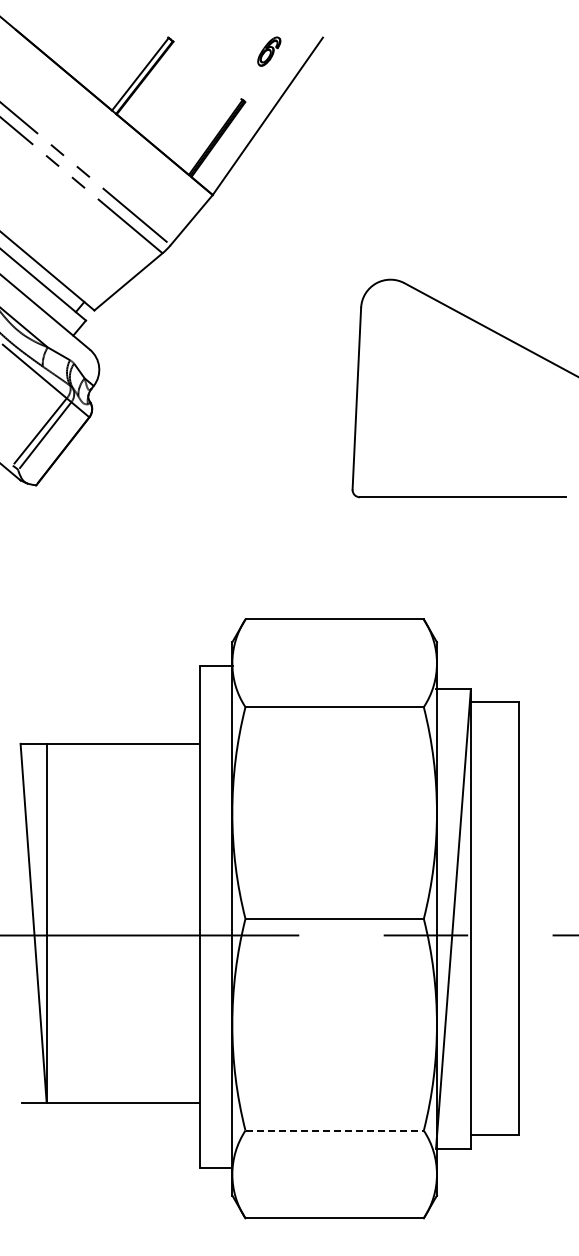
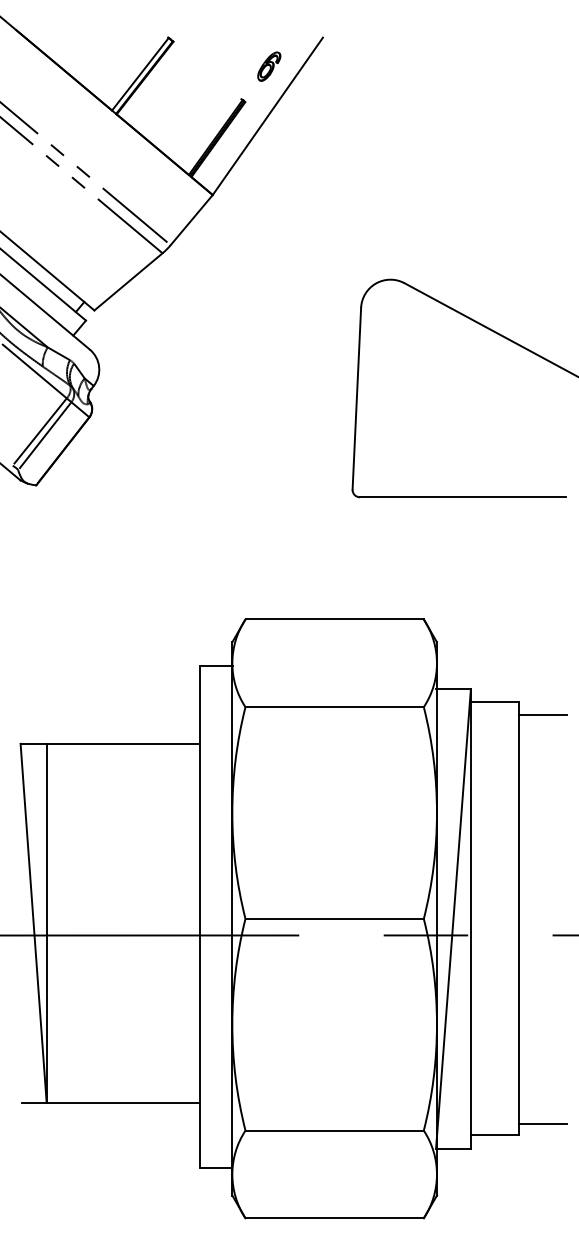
part at (269, 51) position: (269, 51) -> (269, 66)
line at (542, 714): none -> present
line at (542, 1123): none -> present
line at (335, 1130): dashed -> solid
